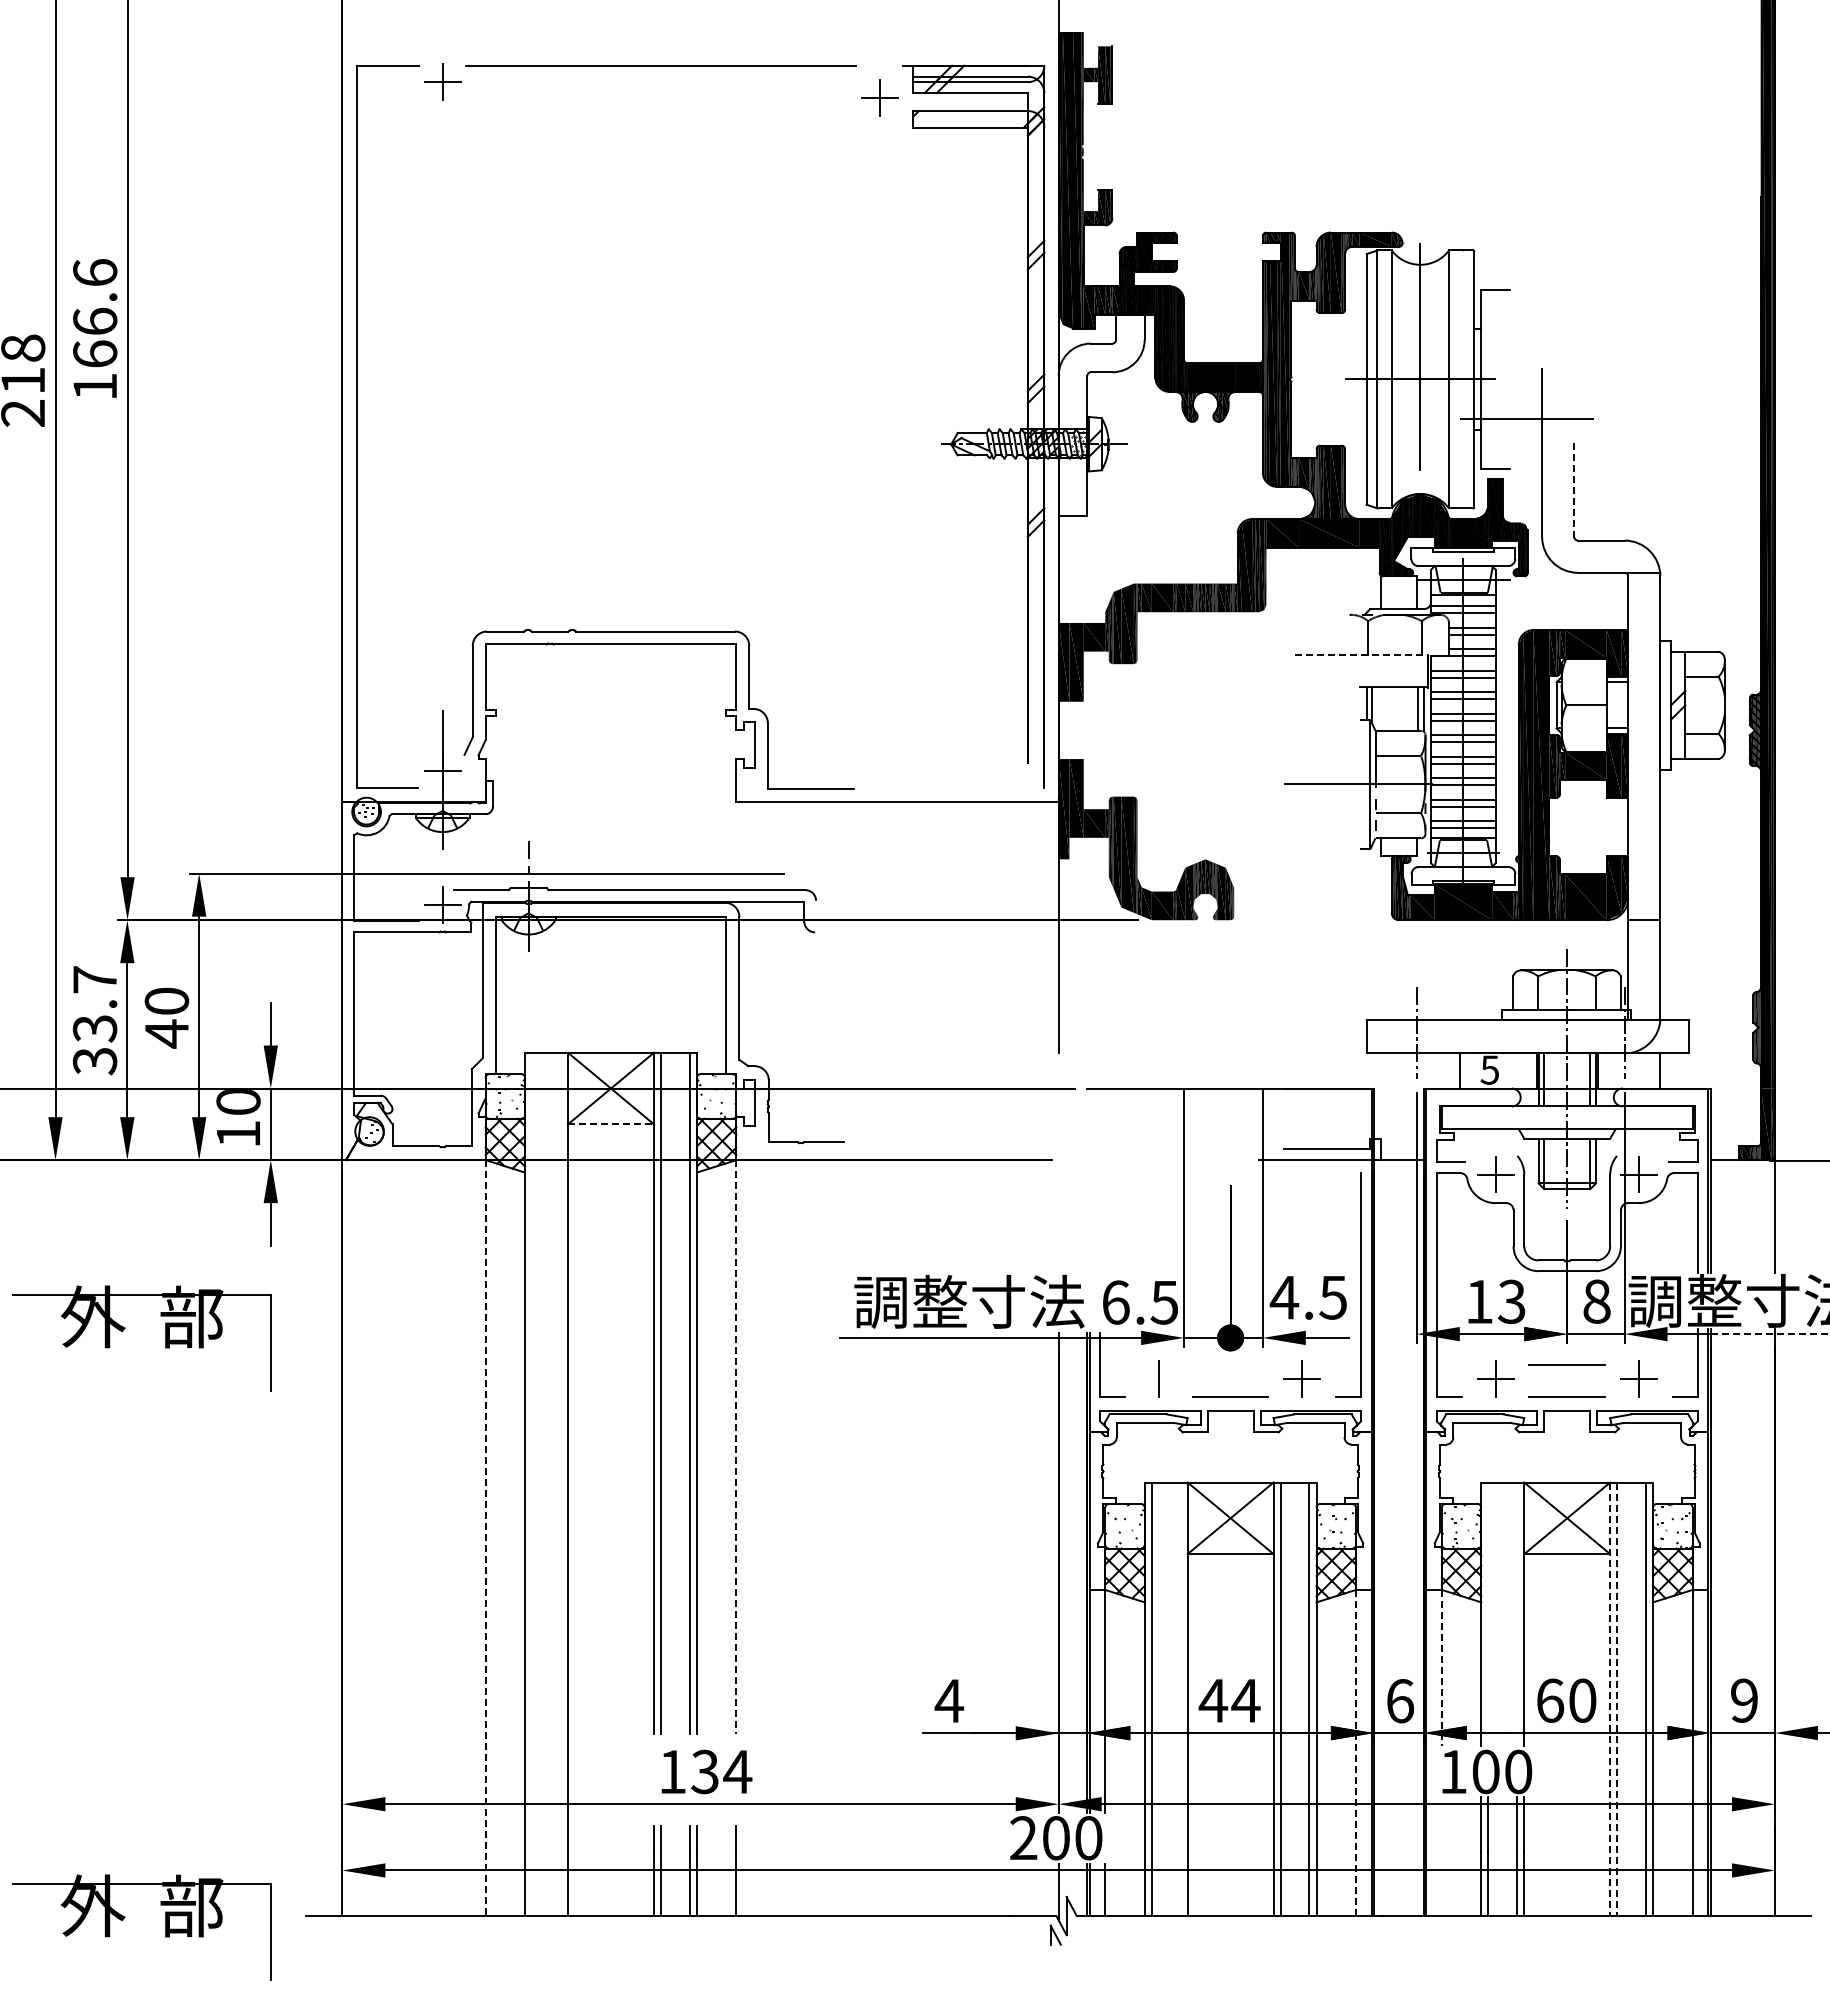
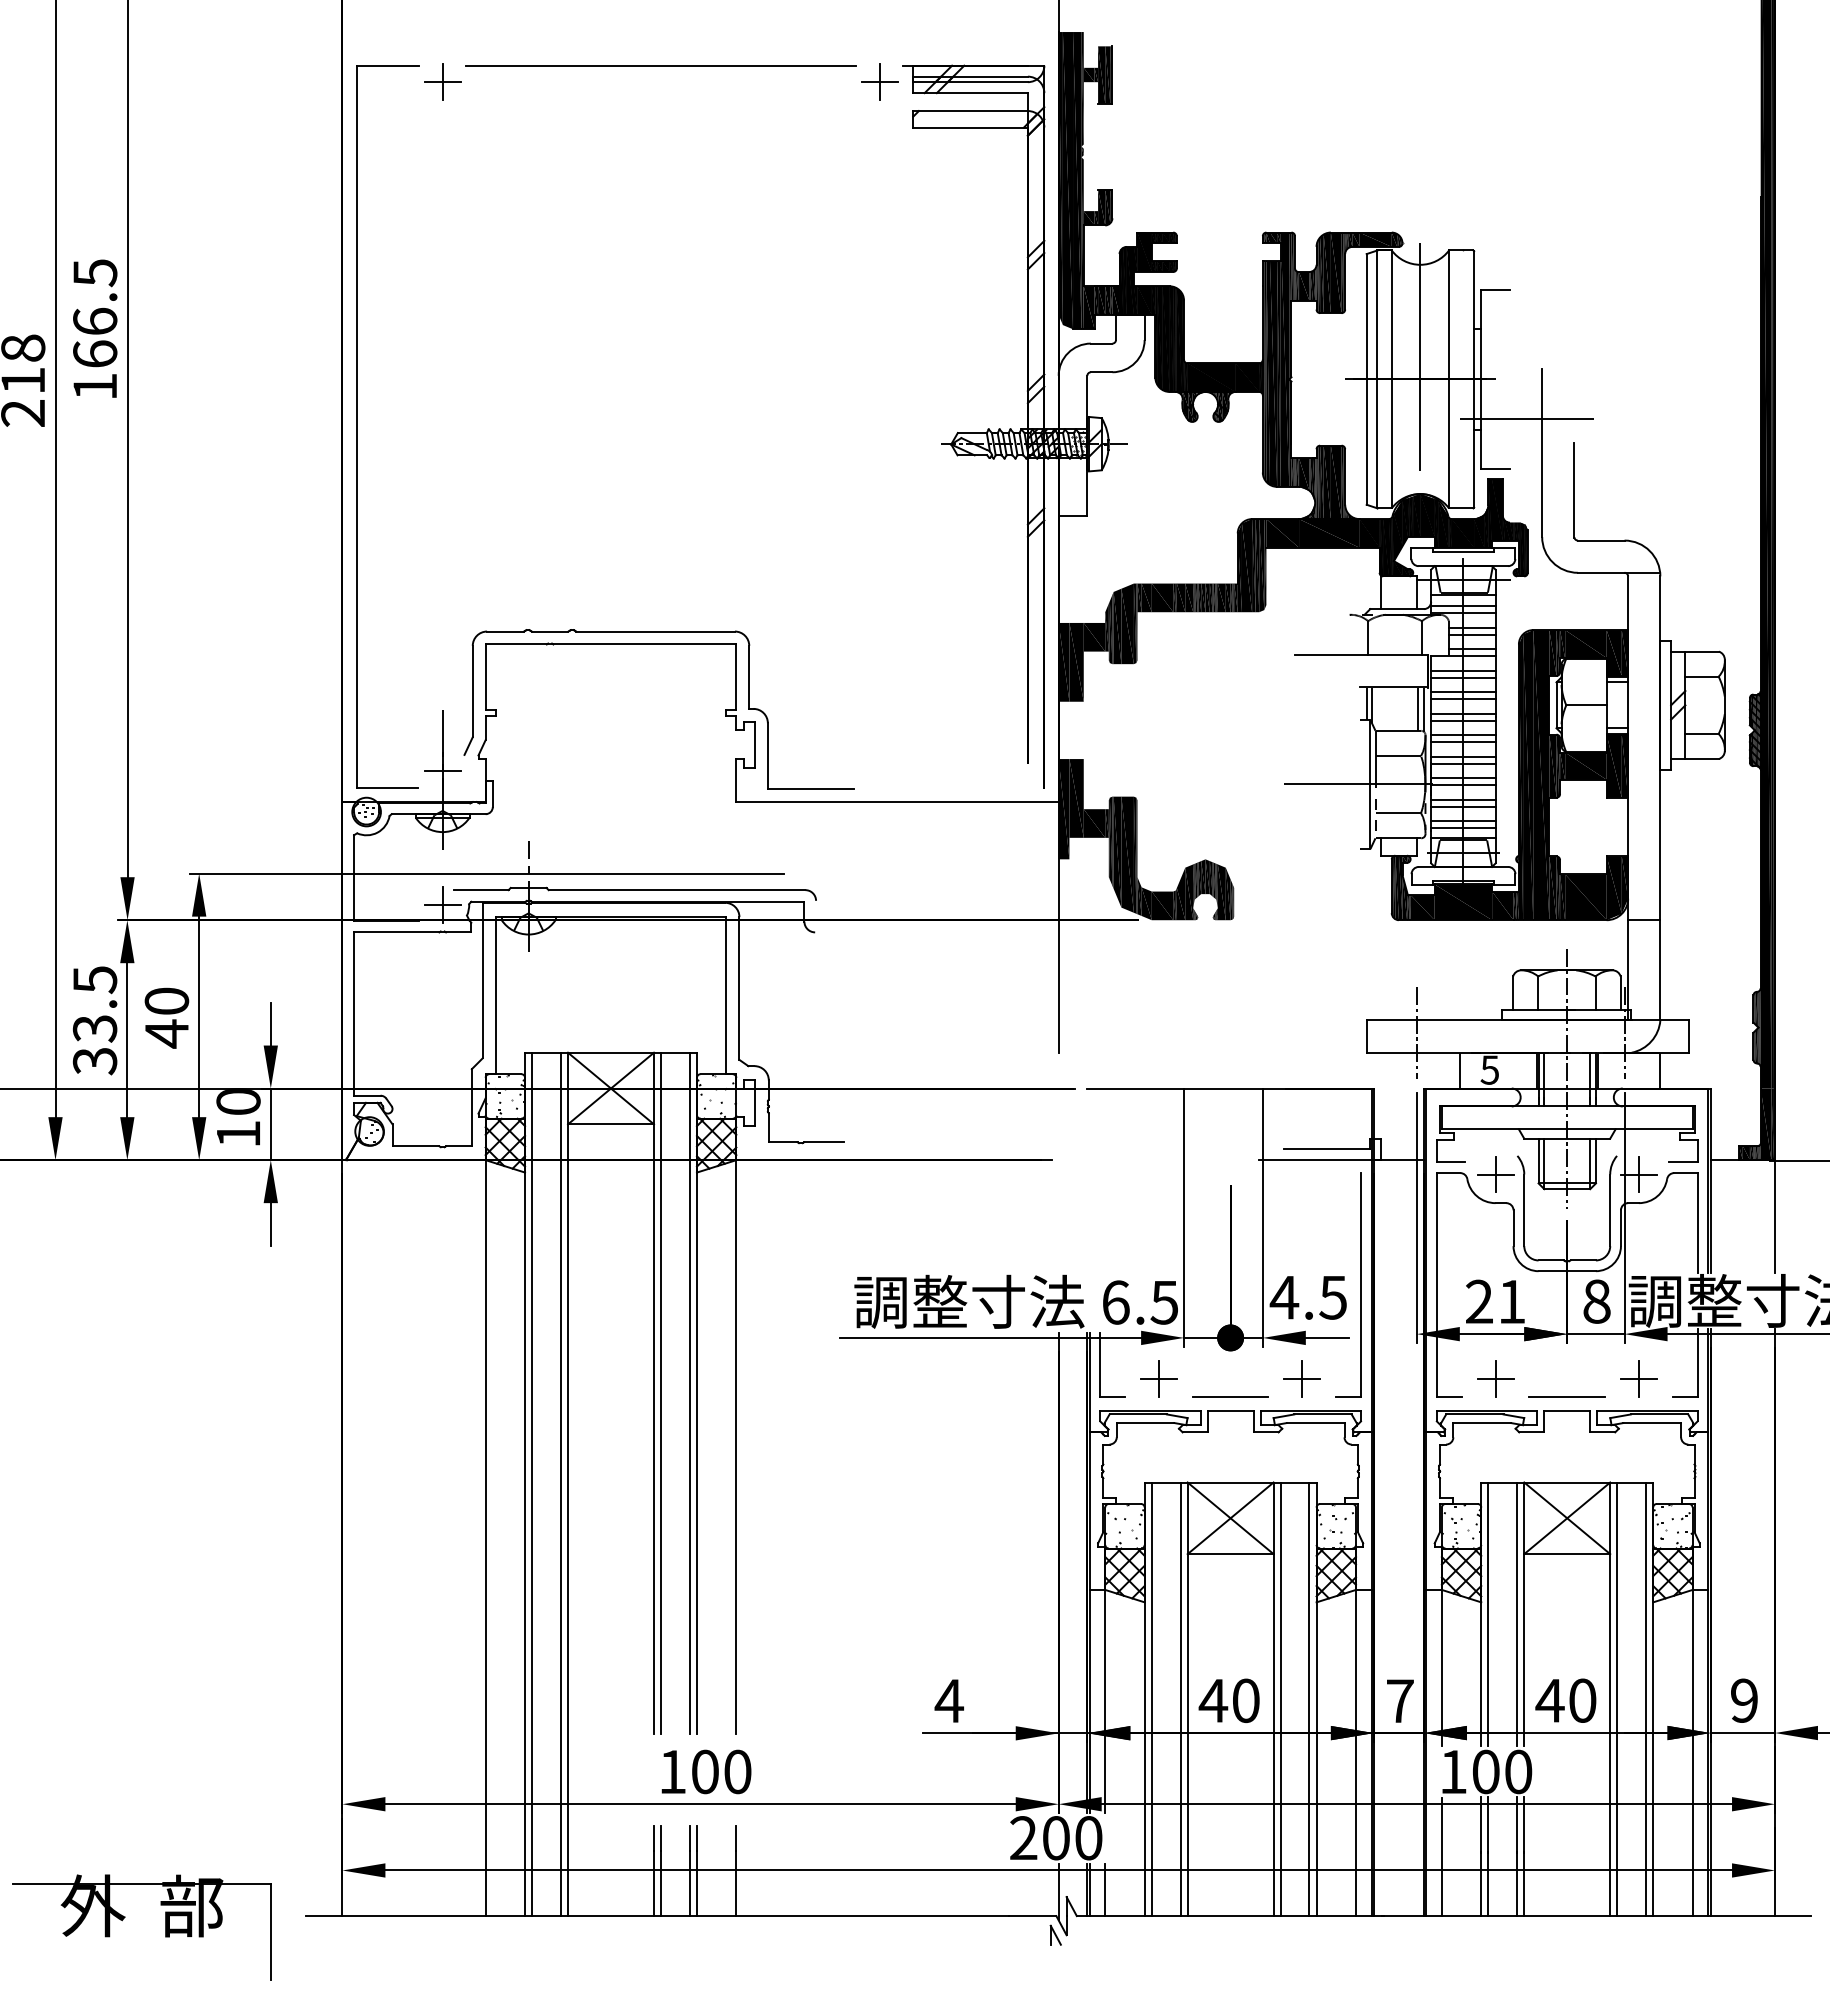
part at (879, 97) position: (879, 97) -> (879, 81)
text at (95, 273): 166.6 -> 166.5
line at (1574, 489): dashed -> solid
line at (1361, 655): dashed -> solid
text at (95, 980): 33.7 -> 33.5
line at (611, 1124): dashed -> solid
text at (1495, 1301): 13 -> 21
part at (125, 1328): present -> none
line at (1770, 1334): dashed -> solid
line at (1566, 1364): present -> none
line at (1158, 1378): none -> present
line at (736, 1447): dashed -> solid
line at (532, 1484): none -> present
line at (560, 1484): none -> present
line at (485, 1538): dashed -> solid
line at (1488, 1613): none -> present
line at (1517, 1613): none -> present
line at (1441, 1667): dashed -> solid
line at (1180, 1699): none -> present
line at (1610, 1699): dashed -> solid
line at (1617, 1699): dashed -> solid
text at (1245, 1700): 44 -> 40
text at (1549, 1700): 60 -> 40
text at (1400, 1701): 6 -> 7
line at (1355, 1753): dashed -> solid
text at (721, 1771): 134 -> 100
line at (1441, 1856): none -> present
